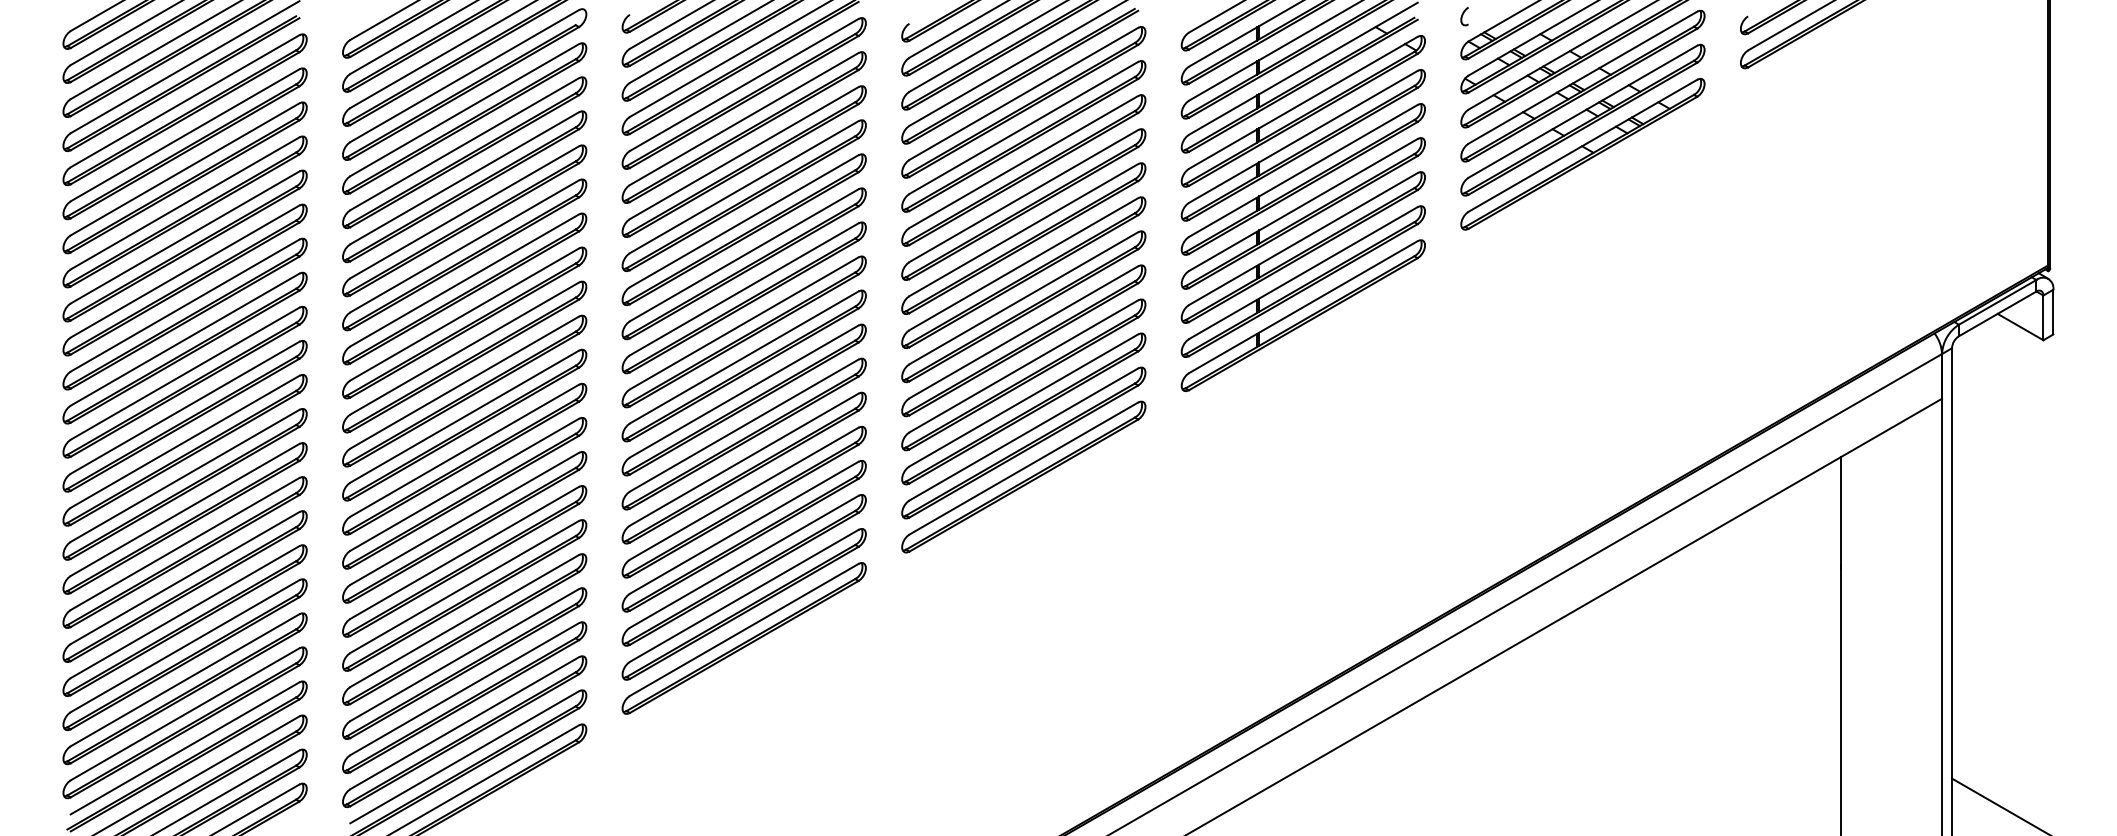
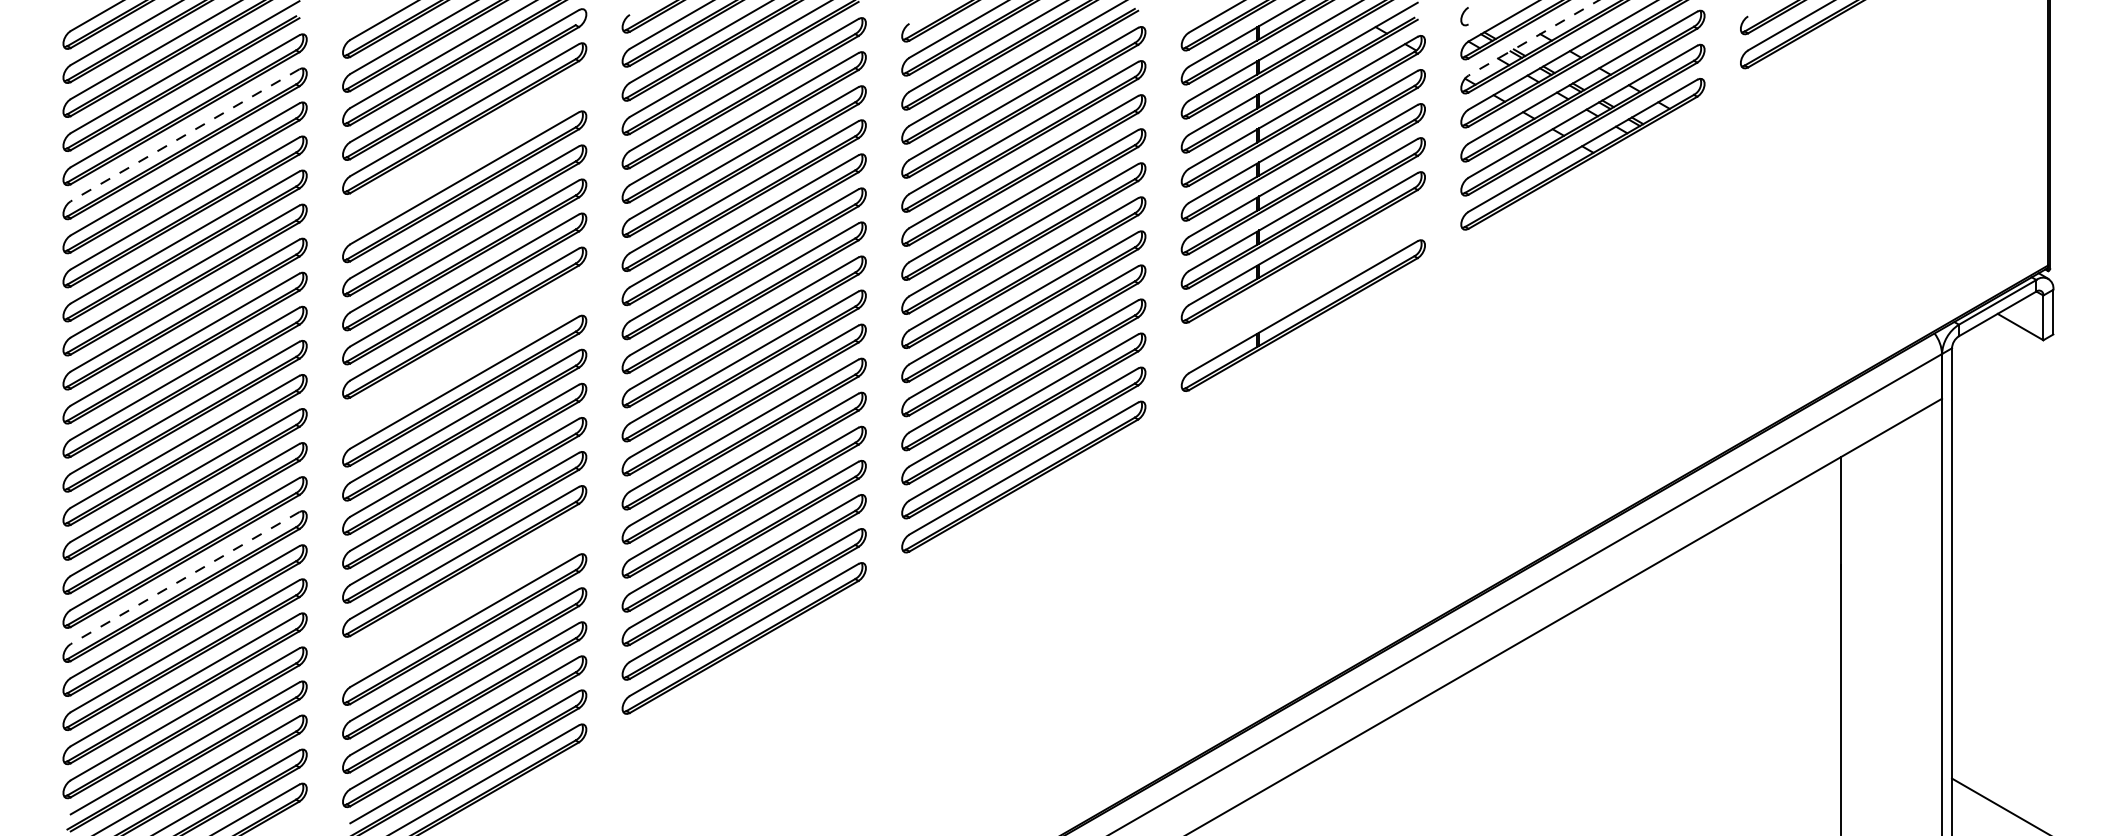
line at (1533, 38): solid -> dashed
line at (184, 135): solid -> dashed
part at (464, 152): present -> none
part at (1302, 281): present -> none
part at (464, 356): present -> none
line at (184, 578): solid -> dashed
part at (464, 595): present -> none
